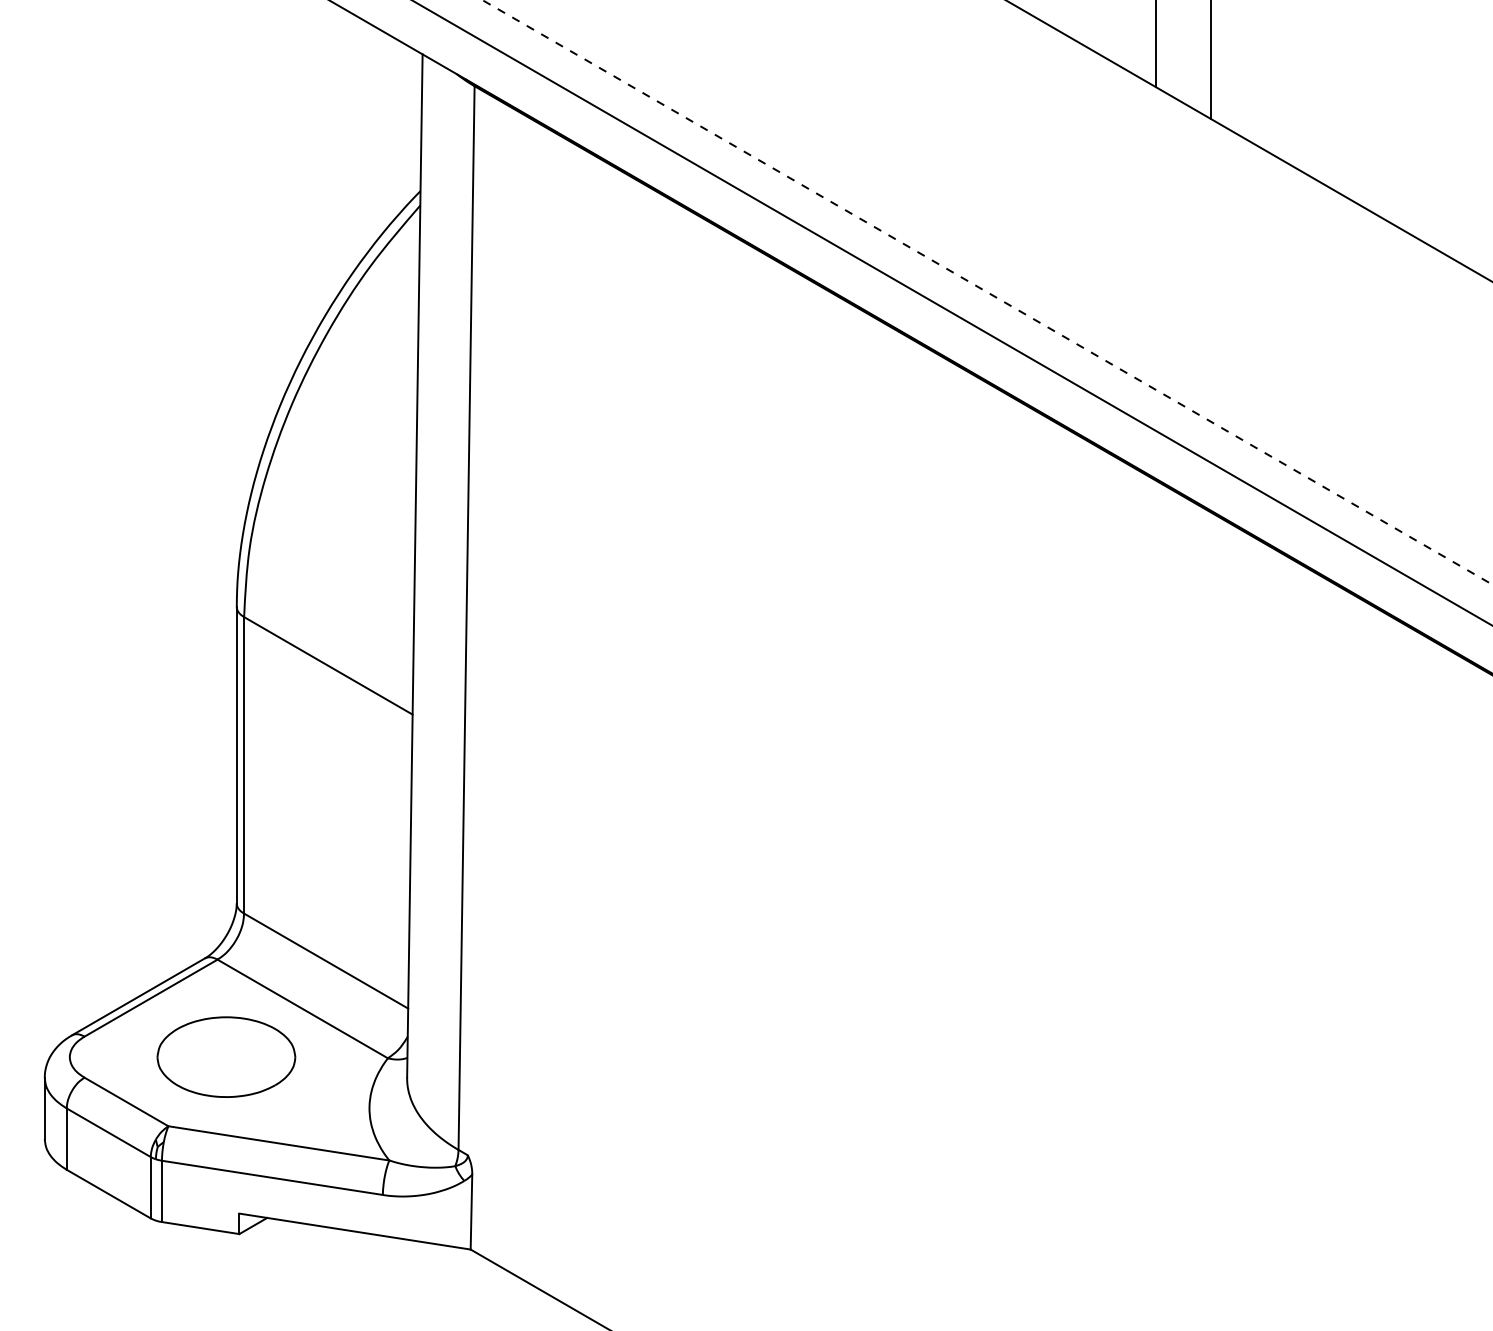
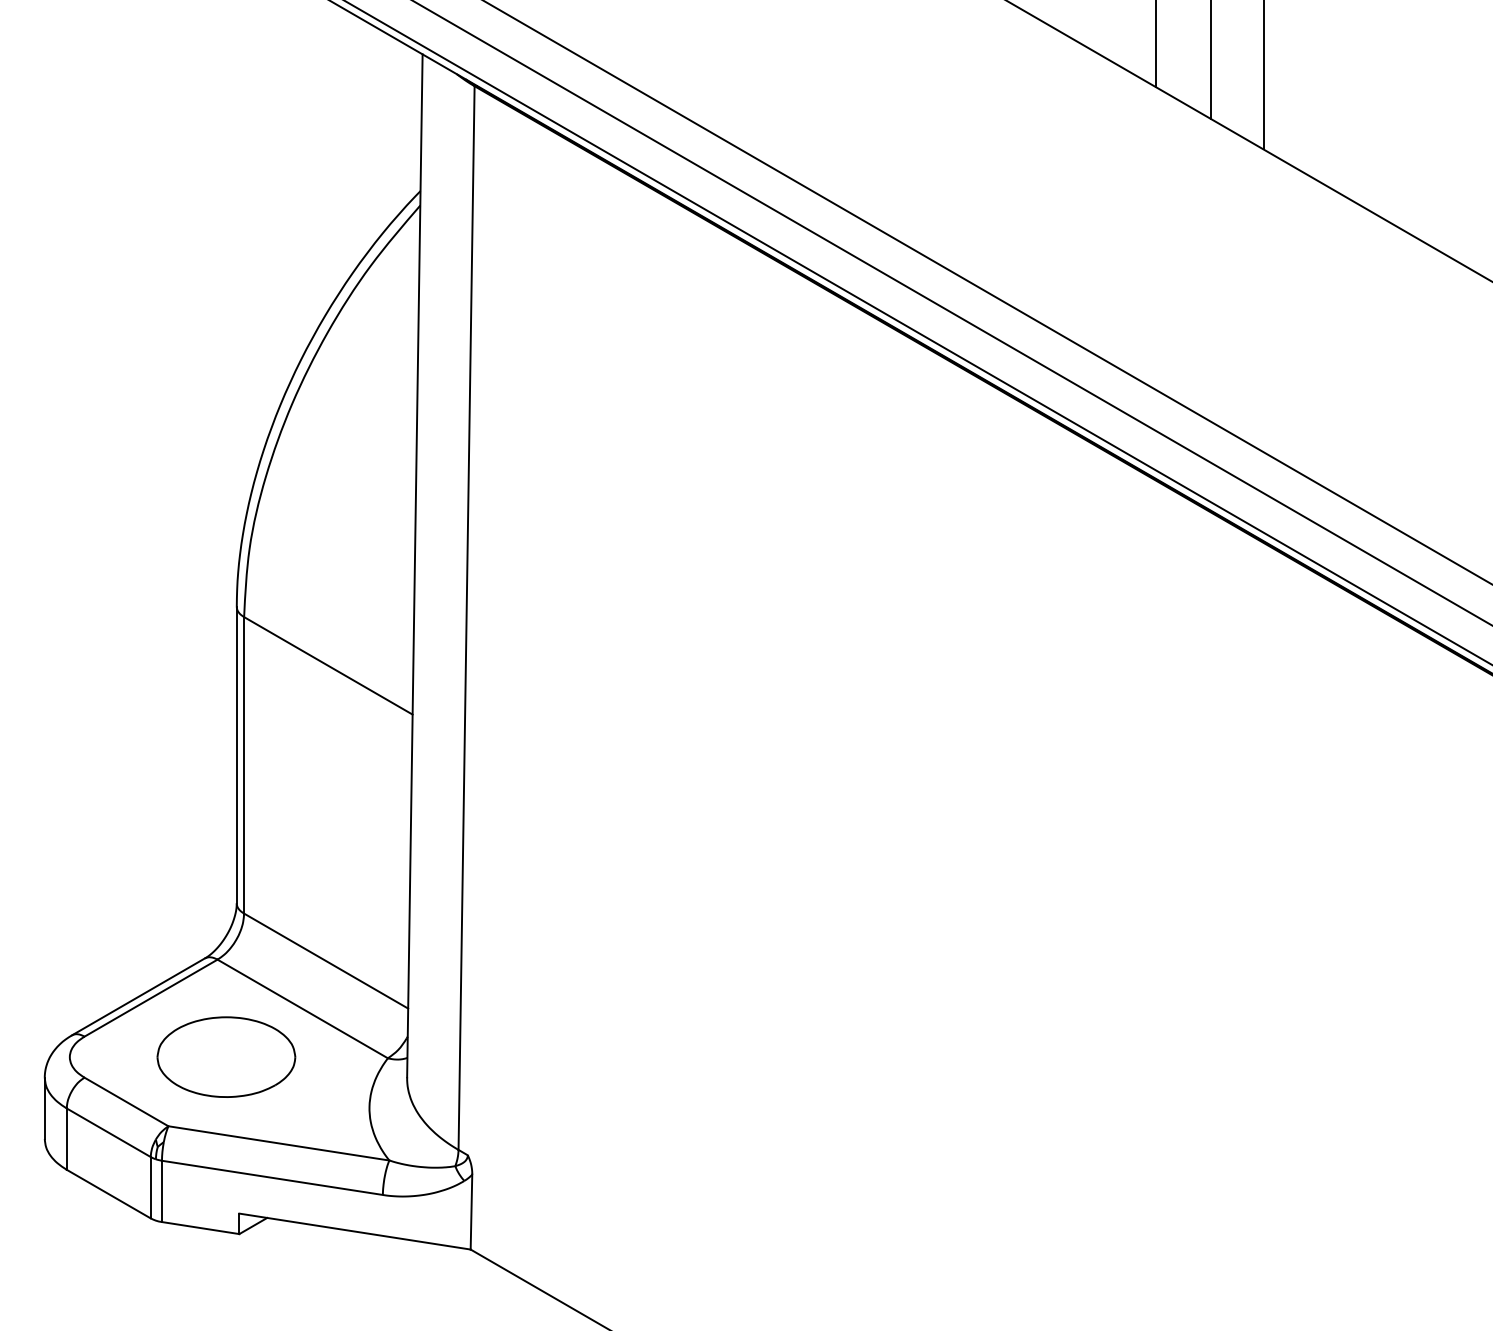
line at (1263, 75): none -> present
line at (987, 292): dashed -> solid
line at (917, 332): none -> present
